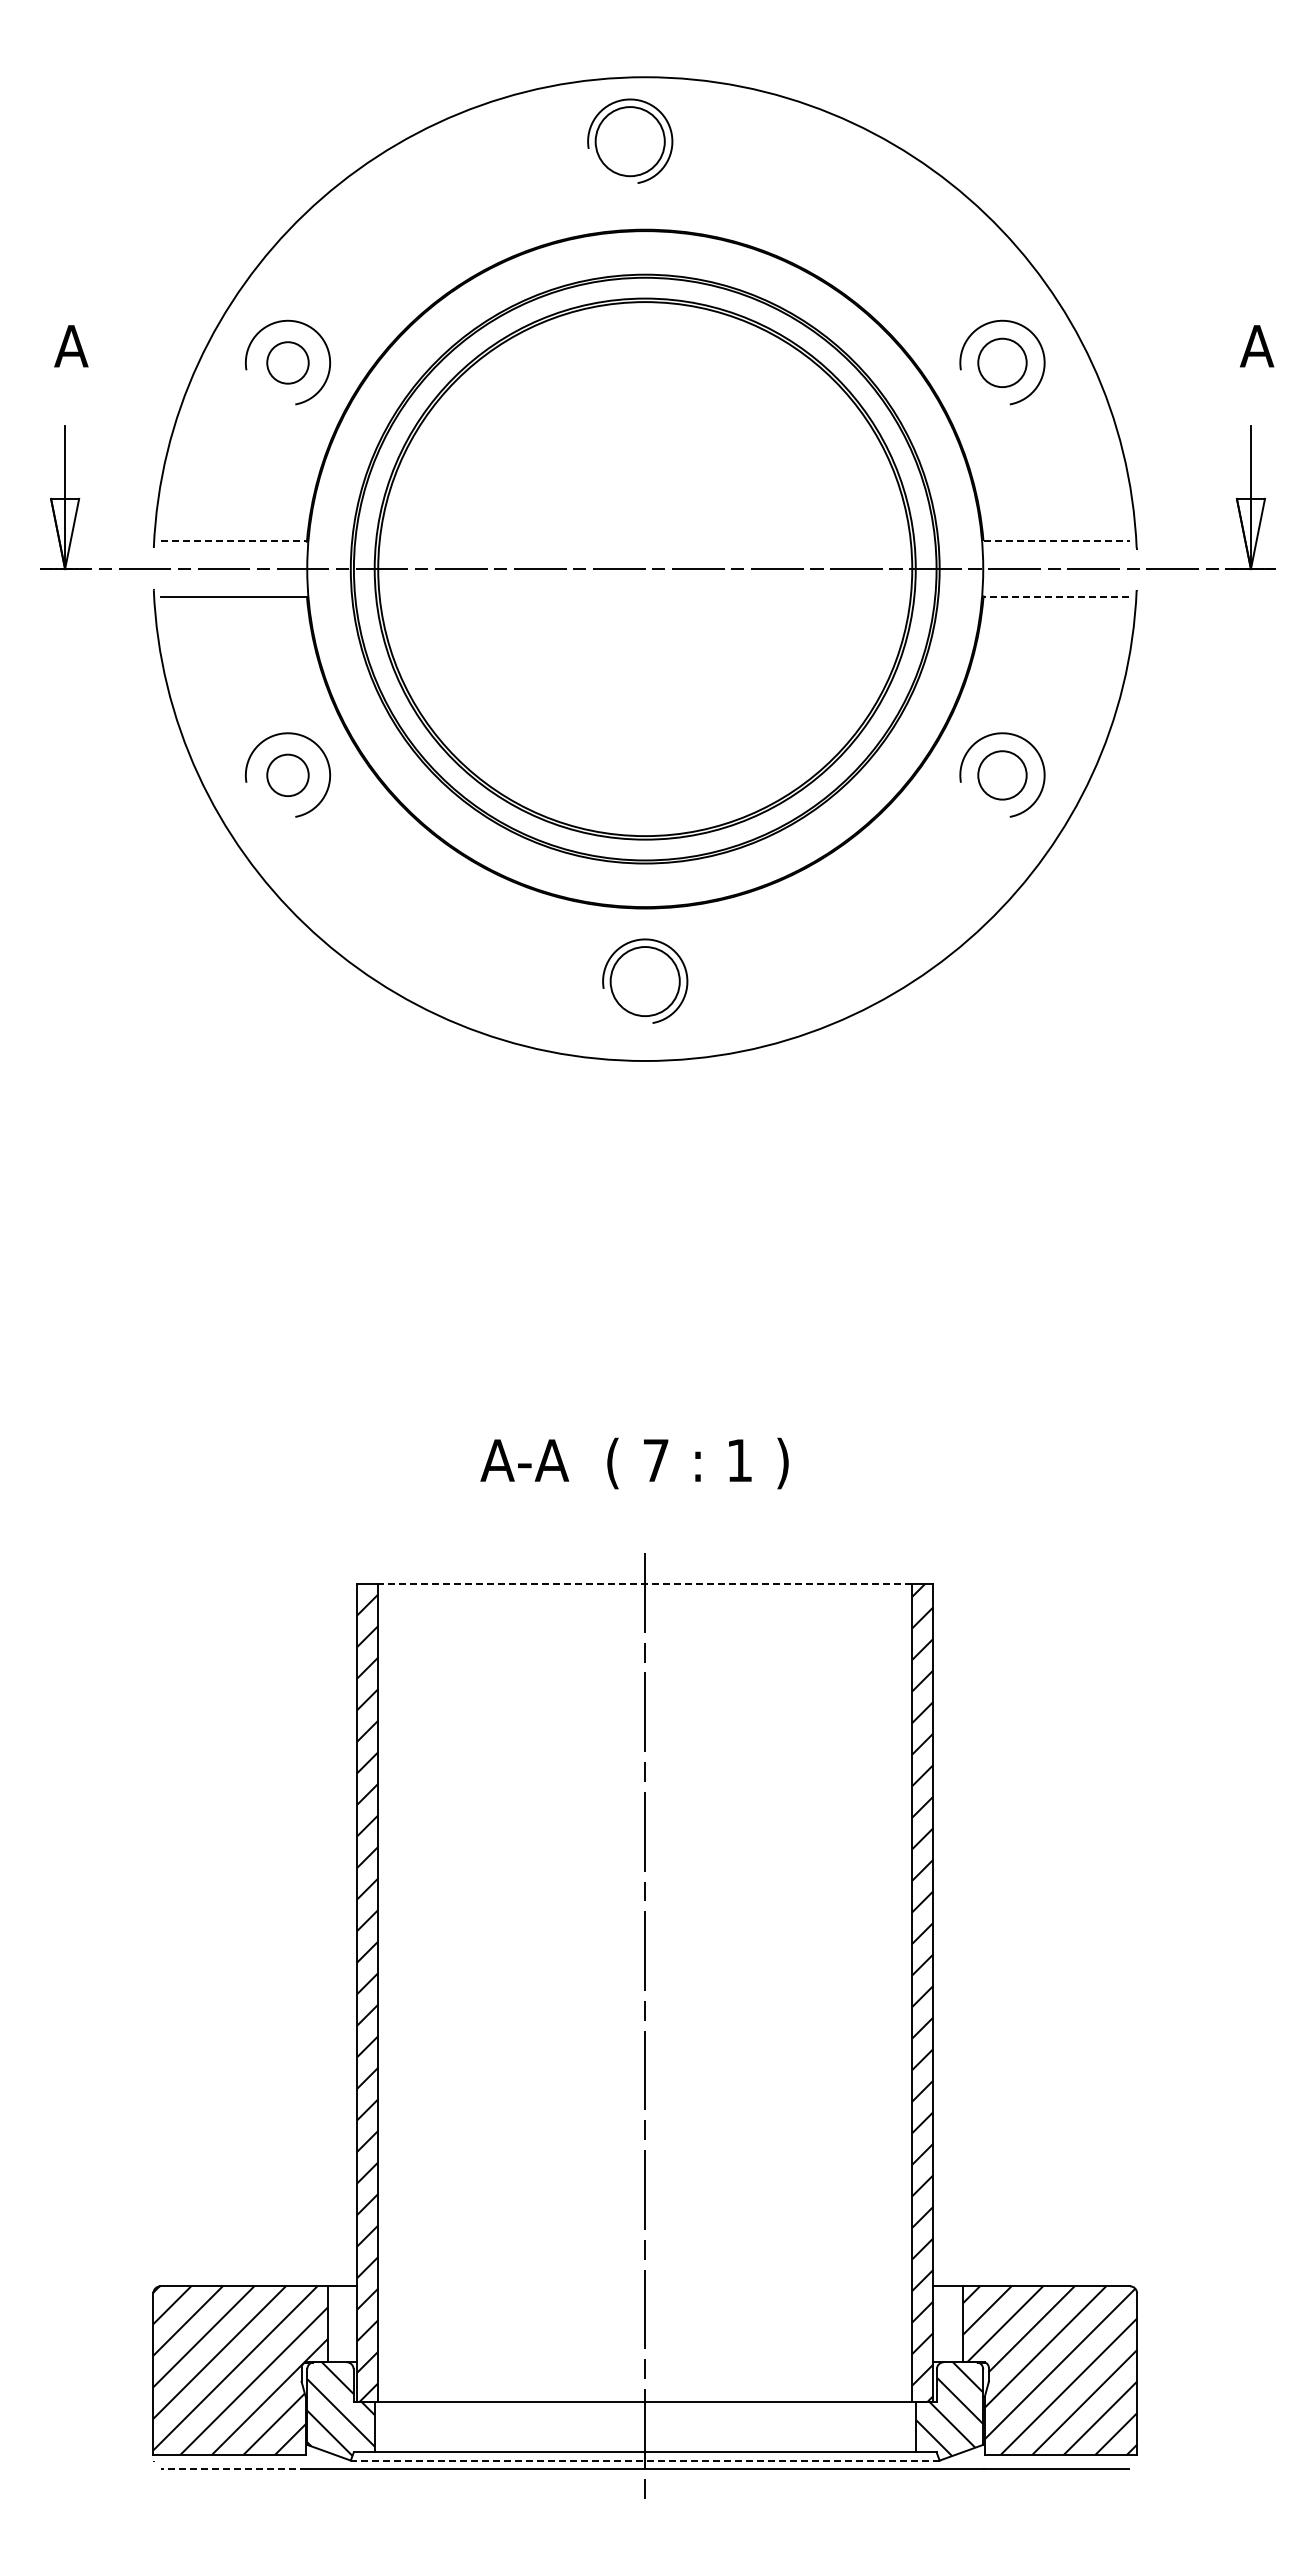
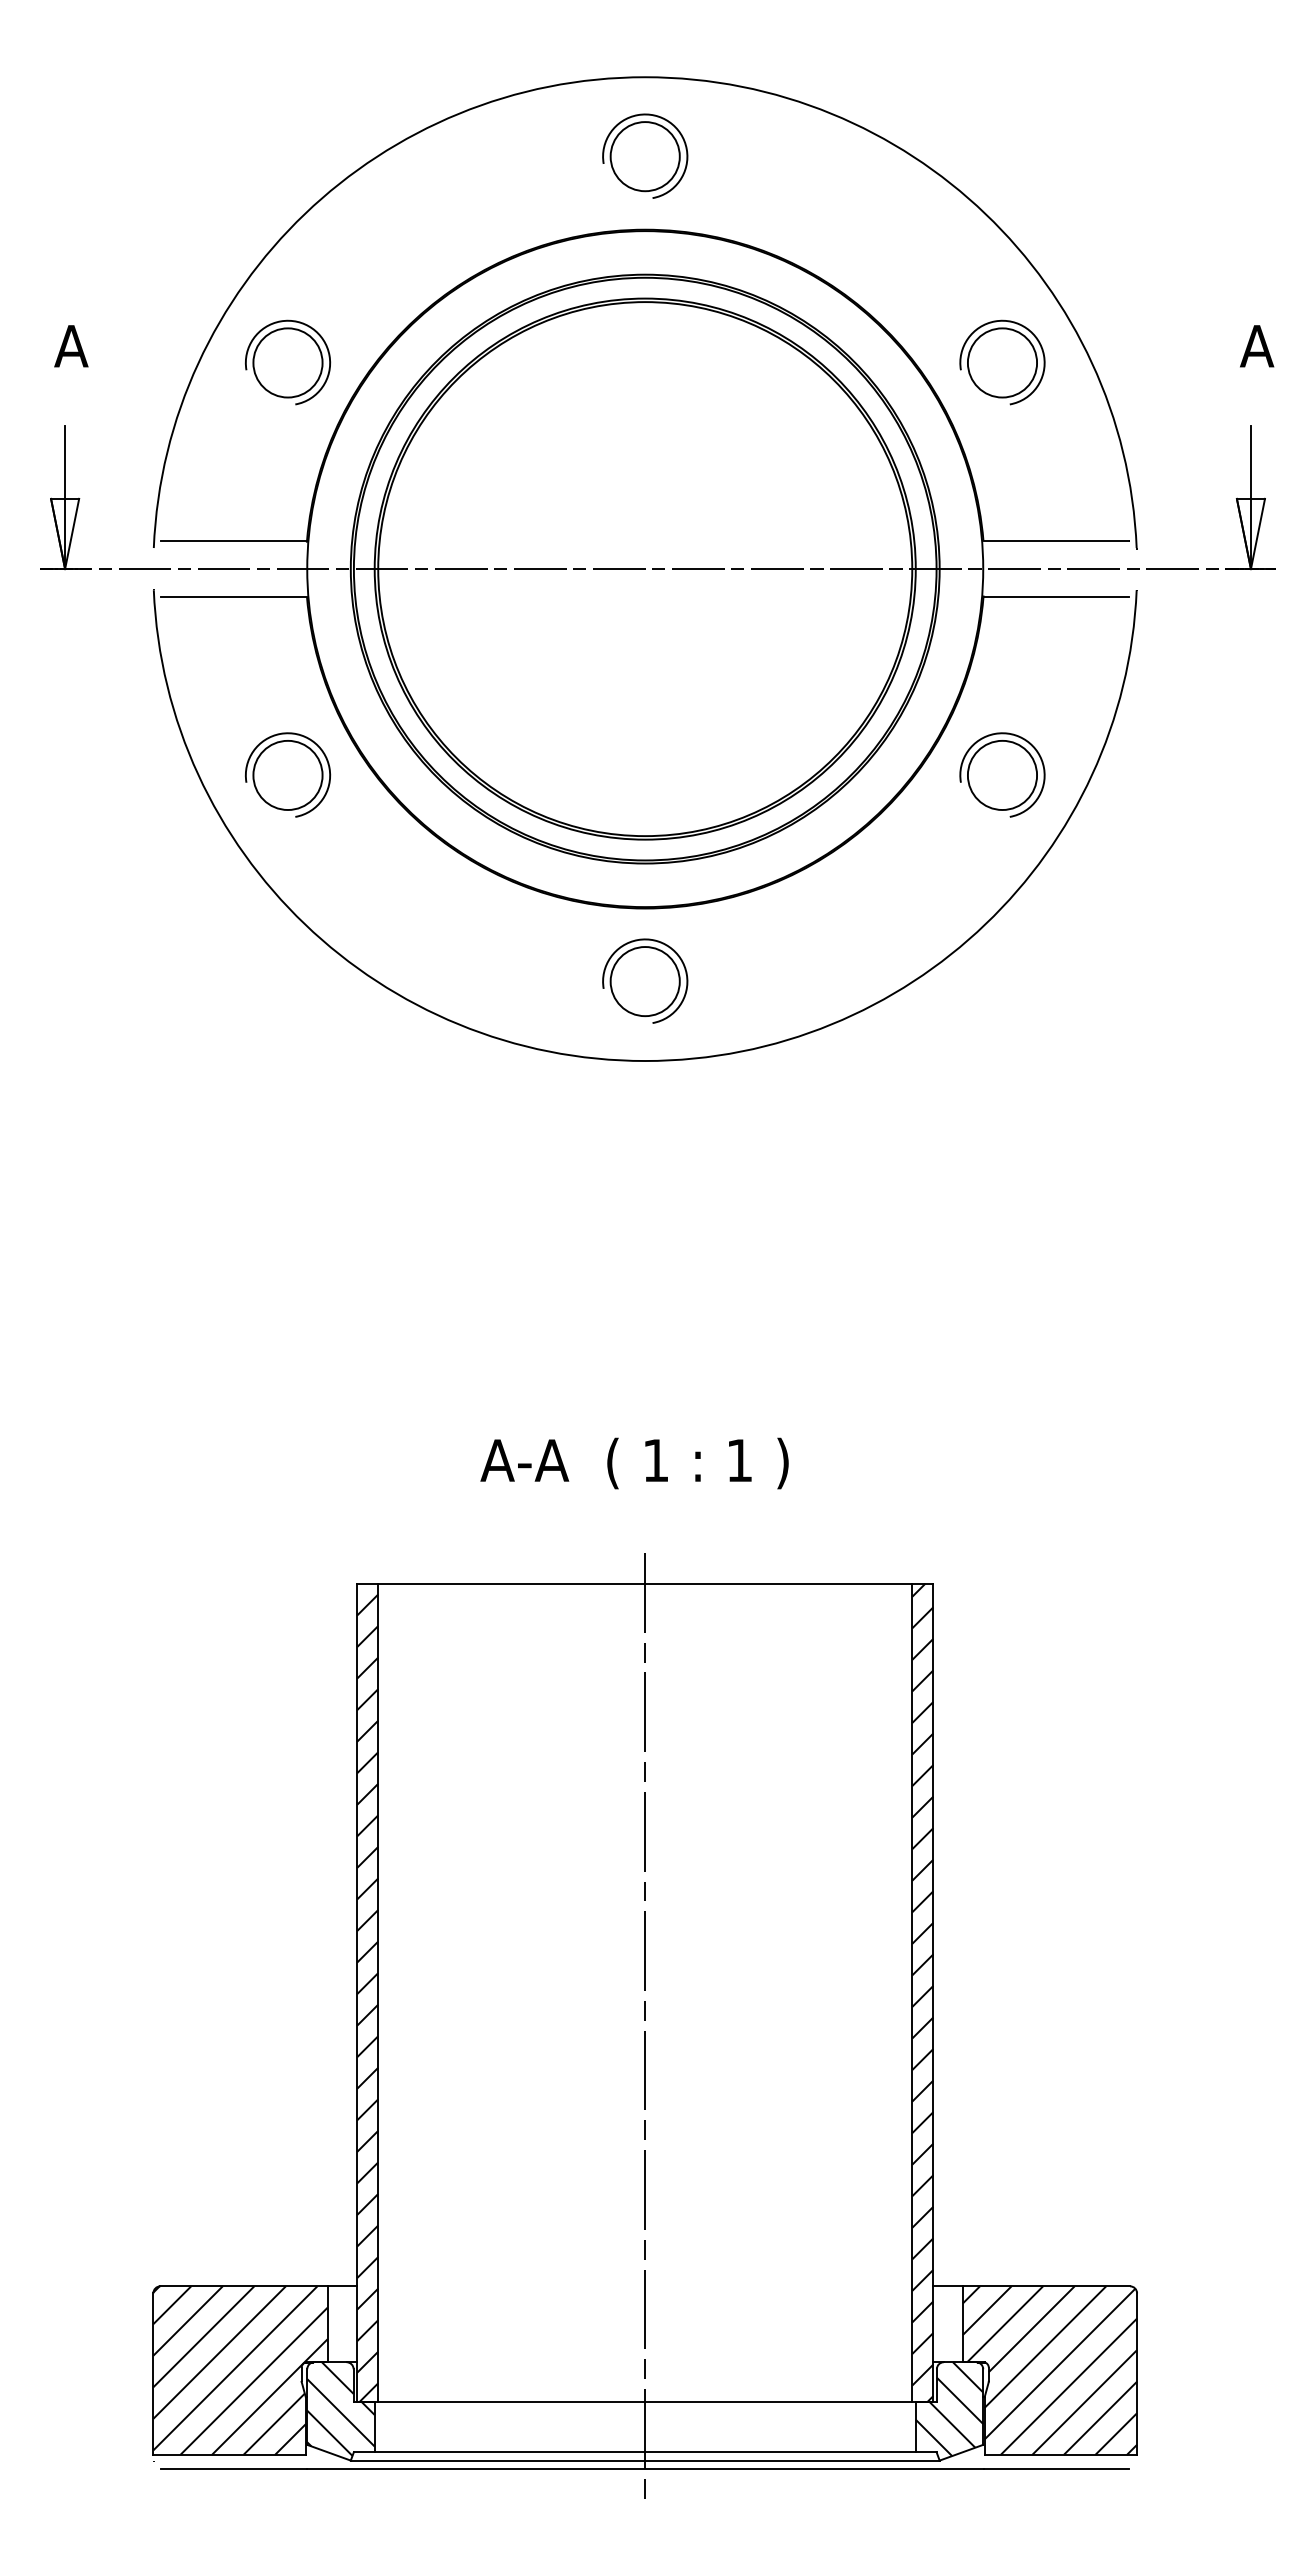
part at (630, 140) position: (630, 140) -> (645, 155)
circle at (287, 362) diameter: 41 px -> 69 px
circle at (1002, 362) diameter: 48 px -> 69 px
line at (234, 541): dashed -> solid
line at (1056, 541): dashed -> solid
line at (1056, 597): dashed -> solid
circle at (287, 775) diameter: 41 px -> 69 px
circle at (1002, 775) diameter: 48 px -> 69 px
text at (656, 1460): 7 -> 1
line at (644, 1583): dashed -> solid
line at (644, 2460): dashed -> solid
line at (234, 2469): dashed -> solid
